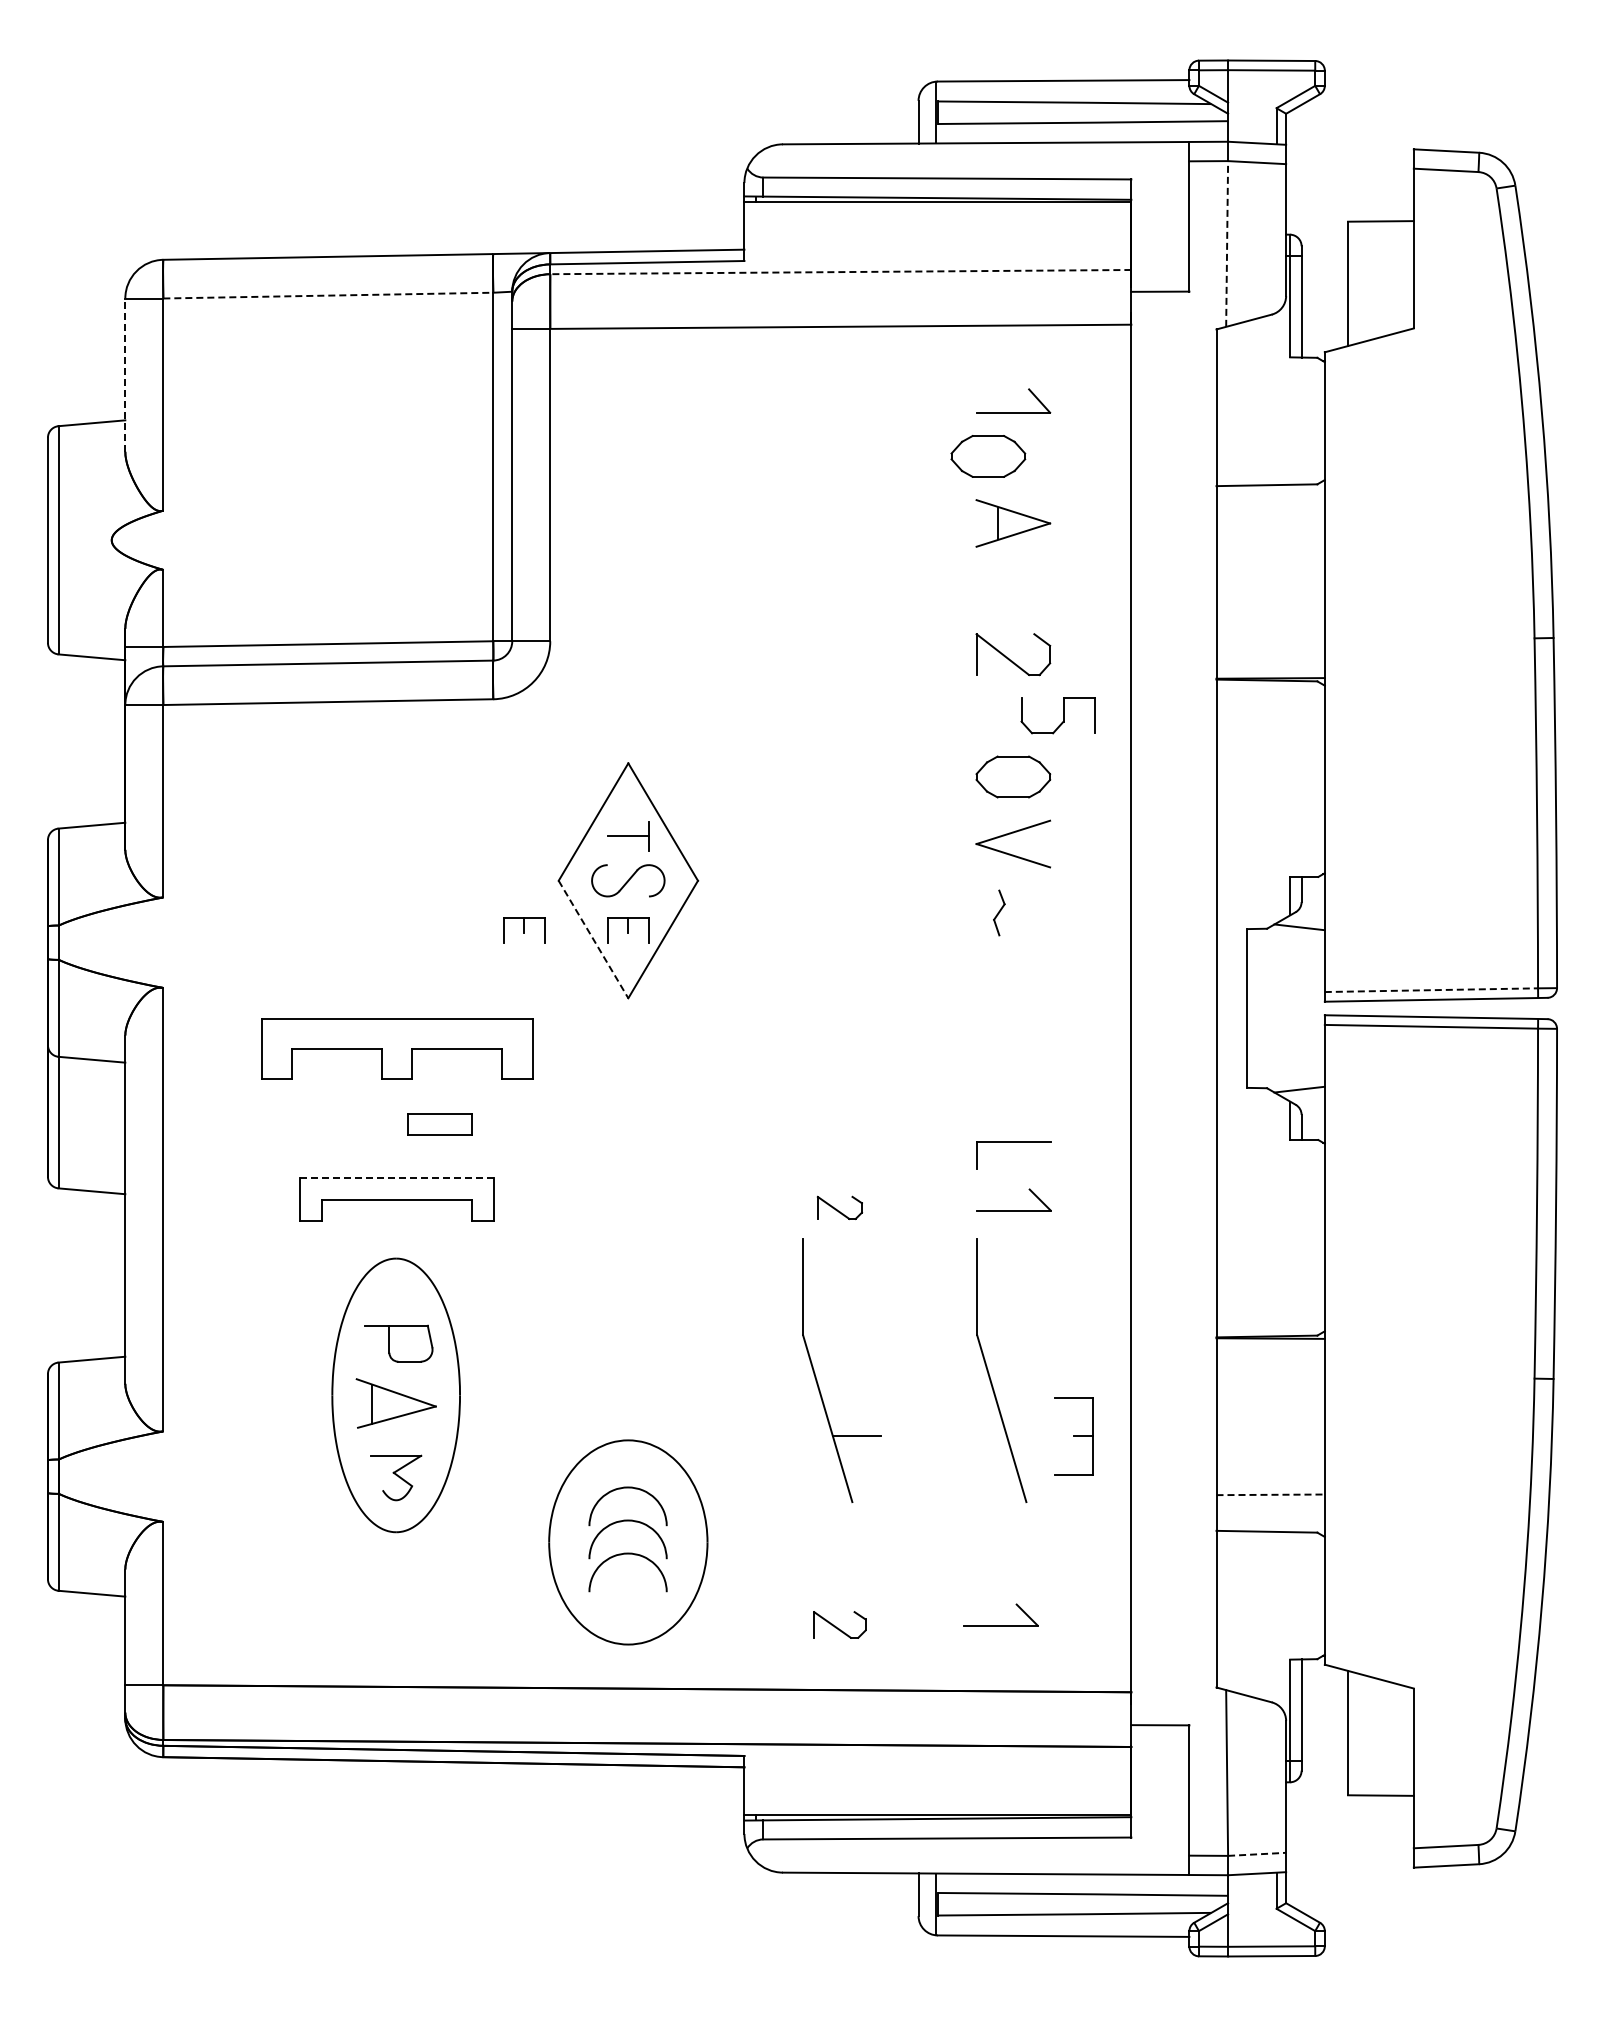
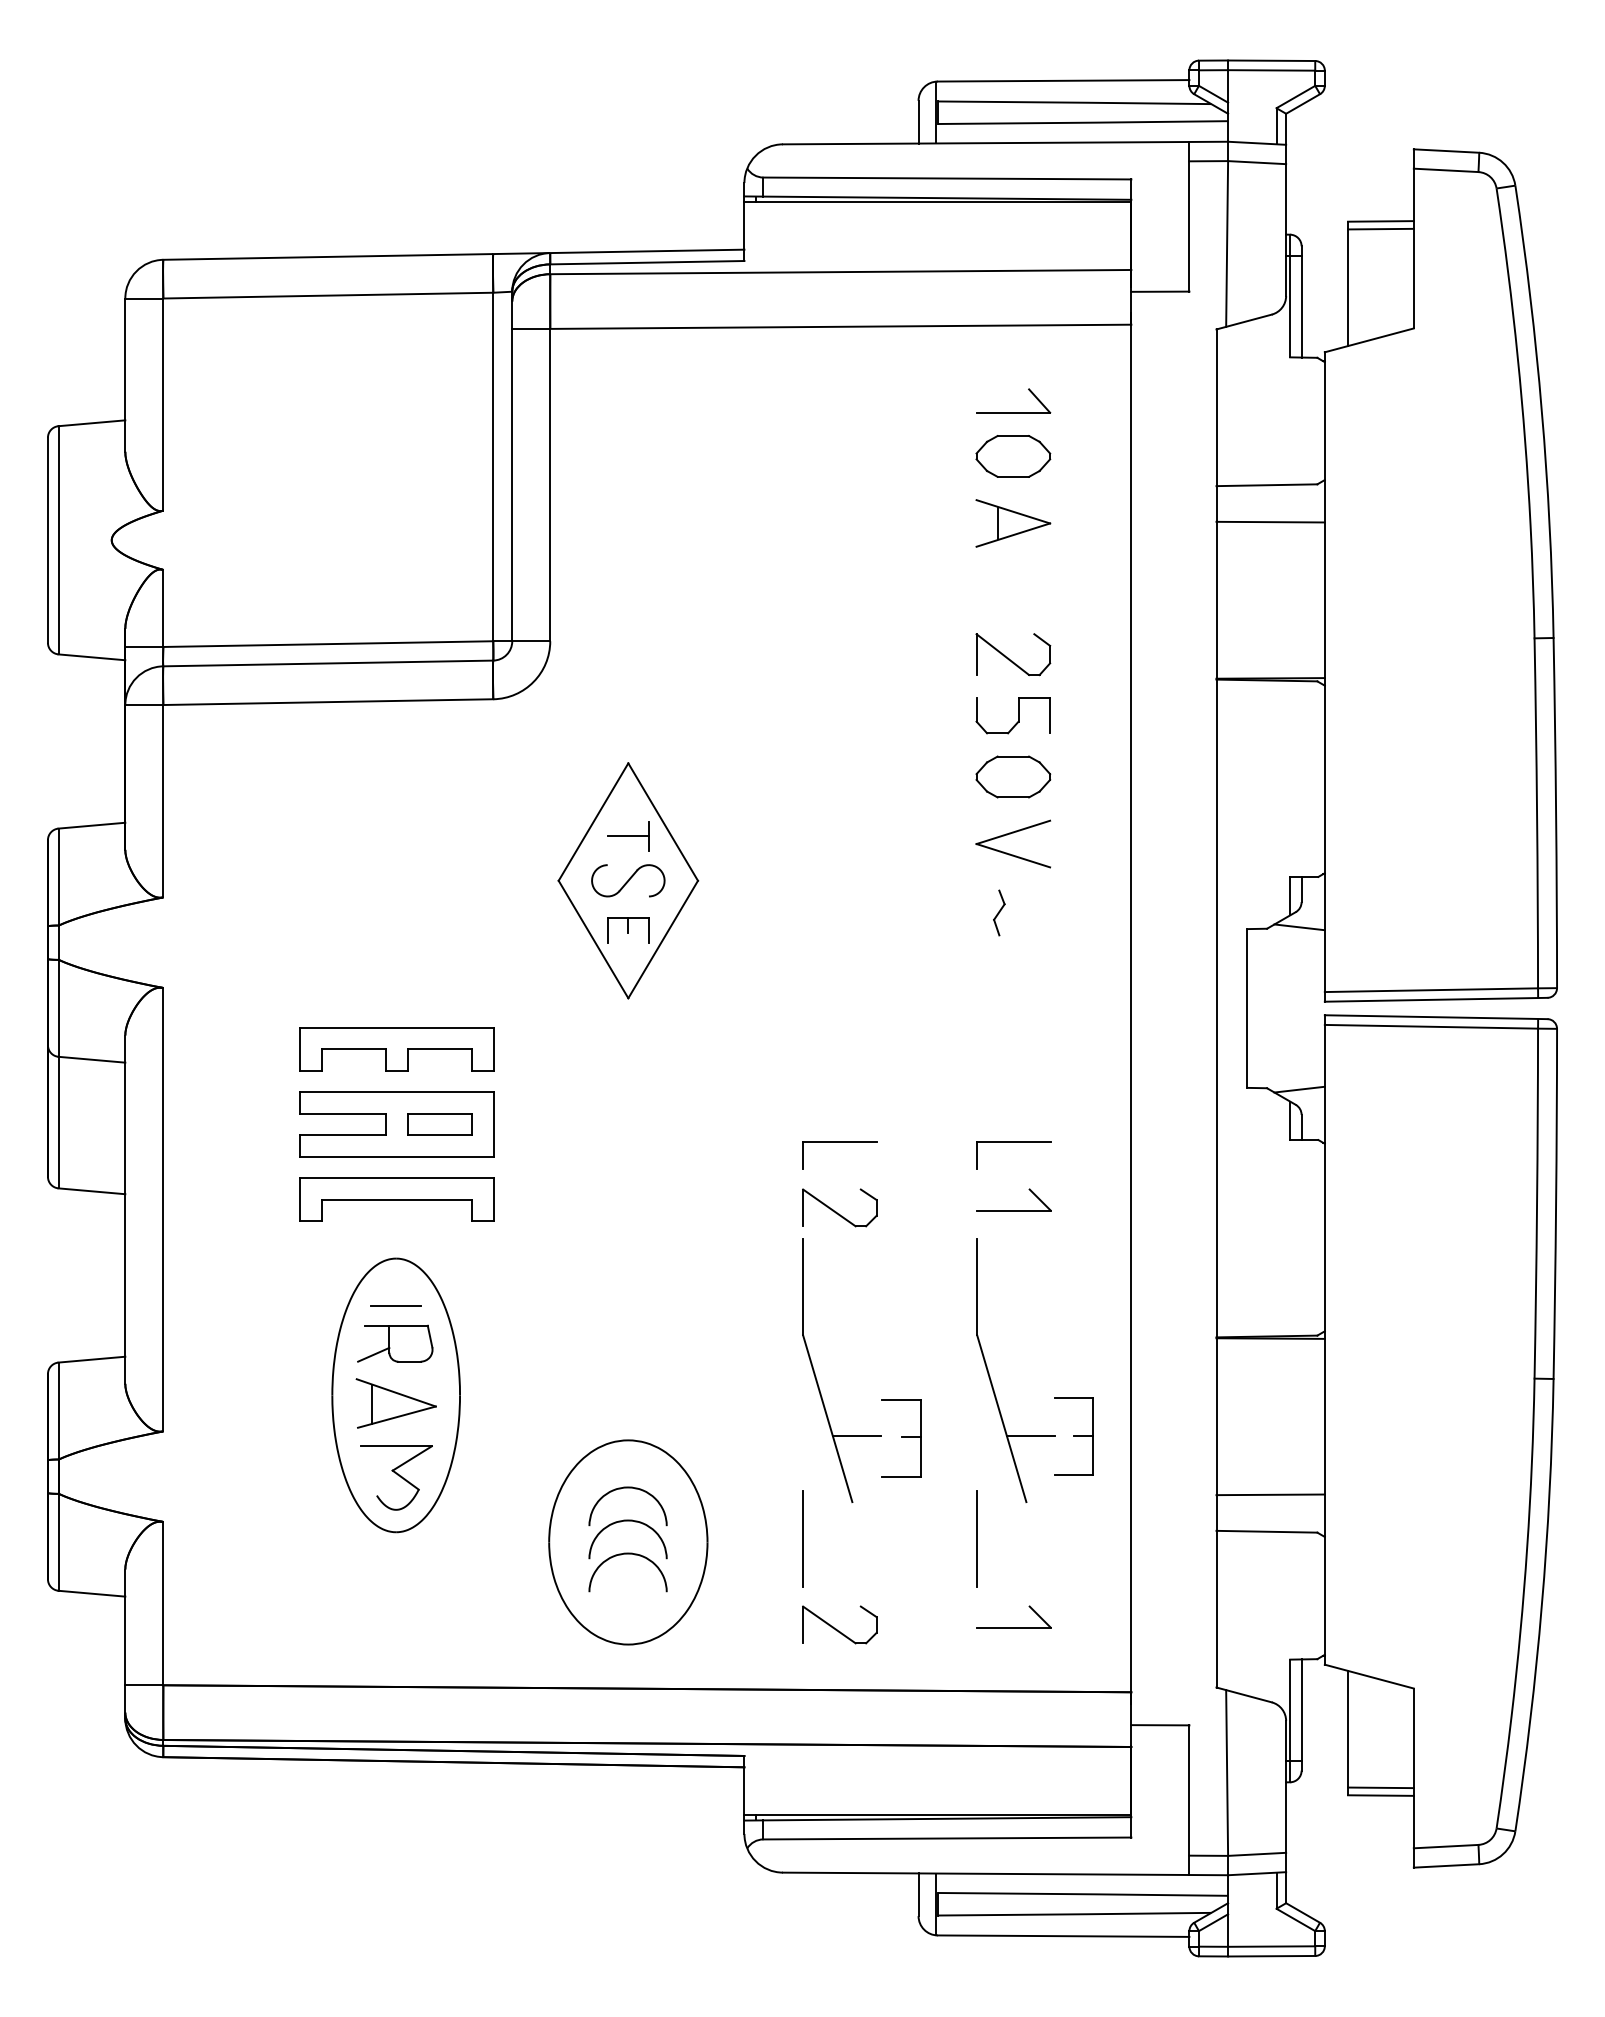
line at (1380, 228): none -> present
line at (1227, 243): dashed -> solid
line at (840, 272): dashed -> solid
line at (328, 295): dashed -> solid
line at (125, 375): dashed -> solid
part at (988, 456) position: (988, 456) -> (1013, 456)
line at (1270, 521): none -> present
part at (1057, 715) position: (1057, 715) -> (1012, 715)
part at (524, 930): present -> none
line at (593, 939): dashed -> solid
line at (1431, 990): dashed -> solid
part at (397, 1048) size: 273x62 px -> 196x45 px
part at (396, 1124): none -> present
part at (839, 1142): none -> present
line at (397, 1178): dashed -> solid
part at (839, 1207) size: 48x25 px -> 76x40 px
line at (396, 1306): none -> present
line at (373, 1354): none -> present
line at (1030, 1436): none -> present
part at (901, 1438): none -> present
part at (396, 1477) size: 53x48 px -> 73x66 px
line at (1271, 1494): dashed -> solid
line at (803, 1538): none -> present
line at (977, 1538): none -> present
part at (839, 1624) size: 54x28 px -> 76x40 px
part at (1000, 1625) position: (1000, 1625) -> (1013, 1627)
line at (1380, 1787): none -> present
line at (1257, 1854): dashed -> solid
